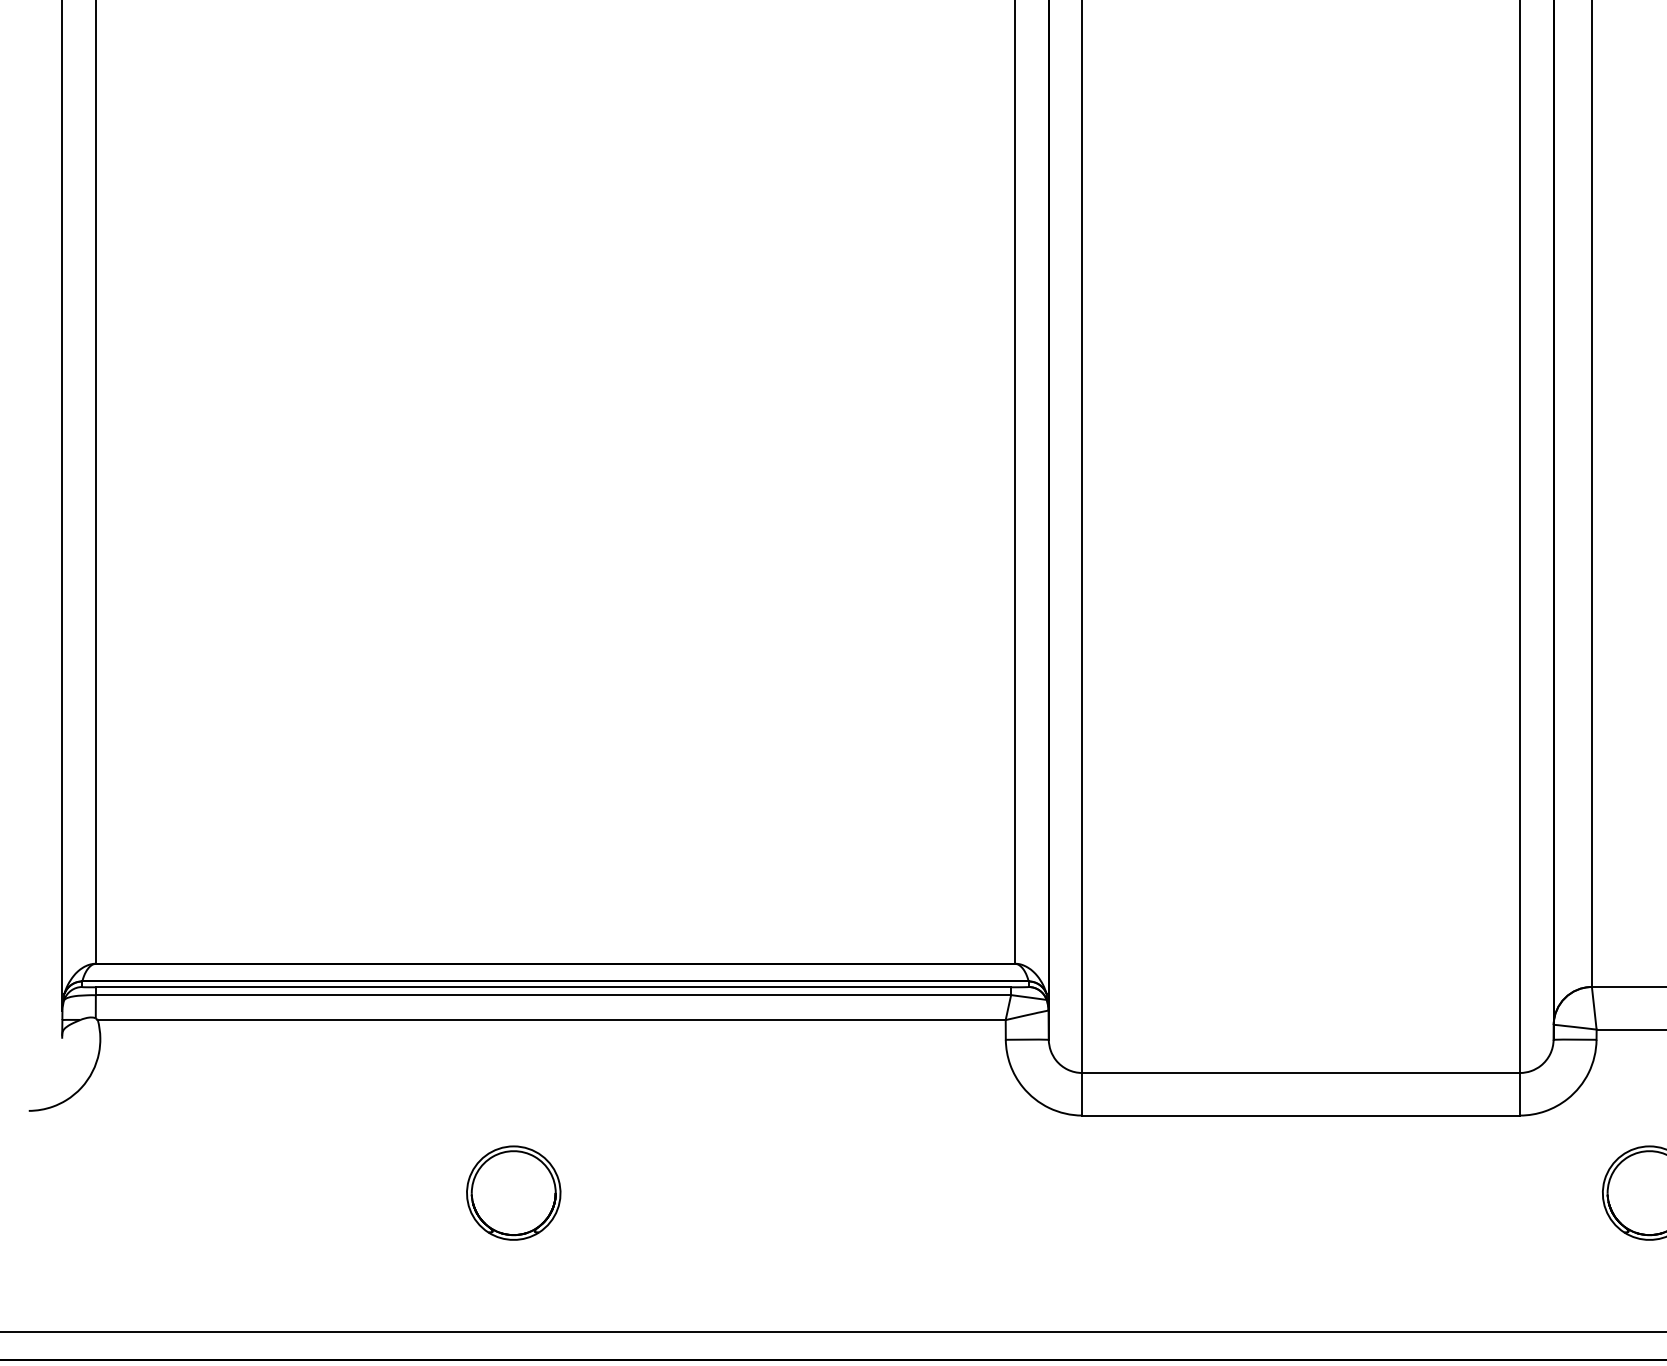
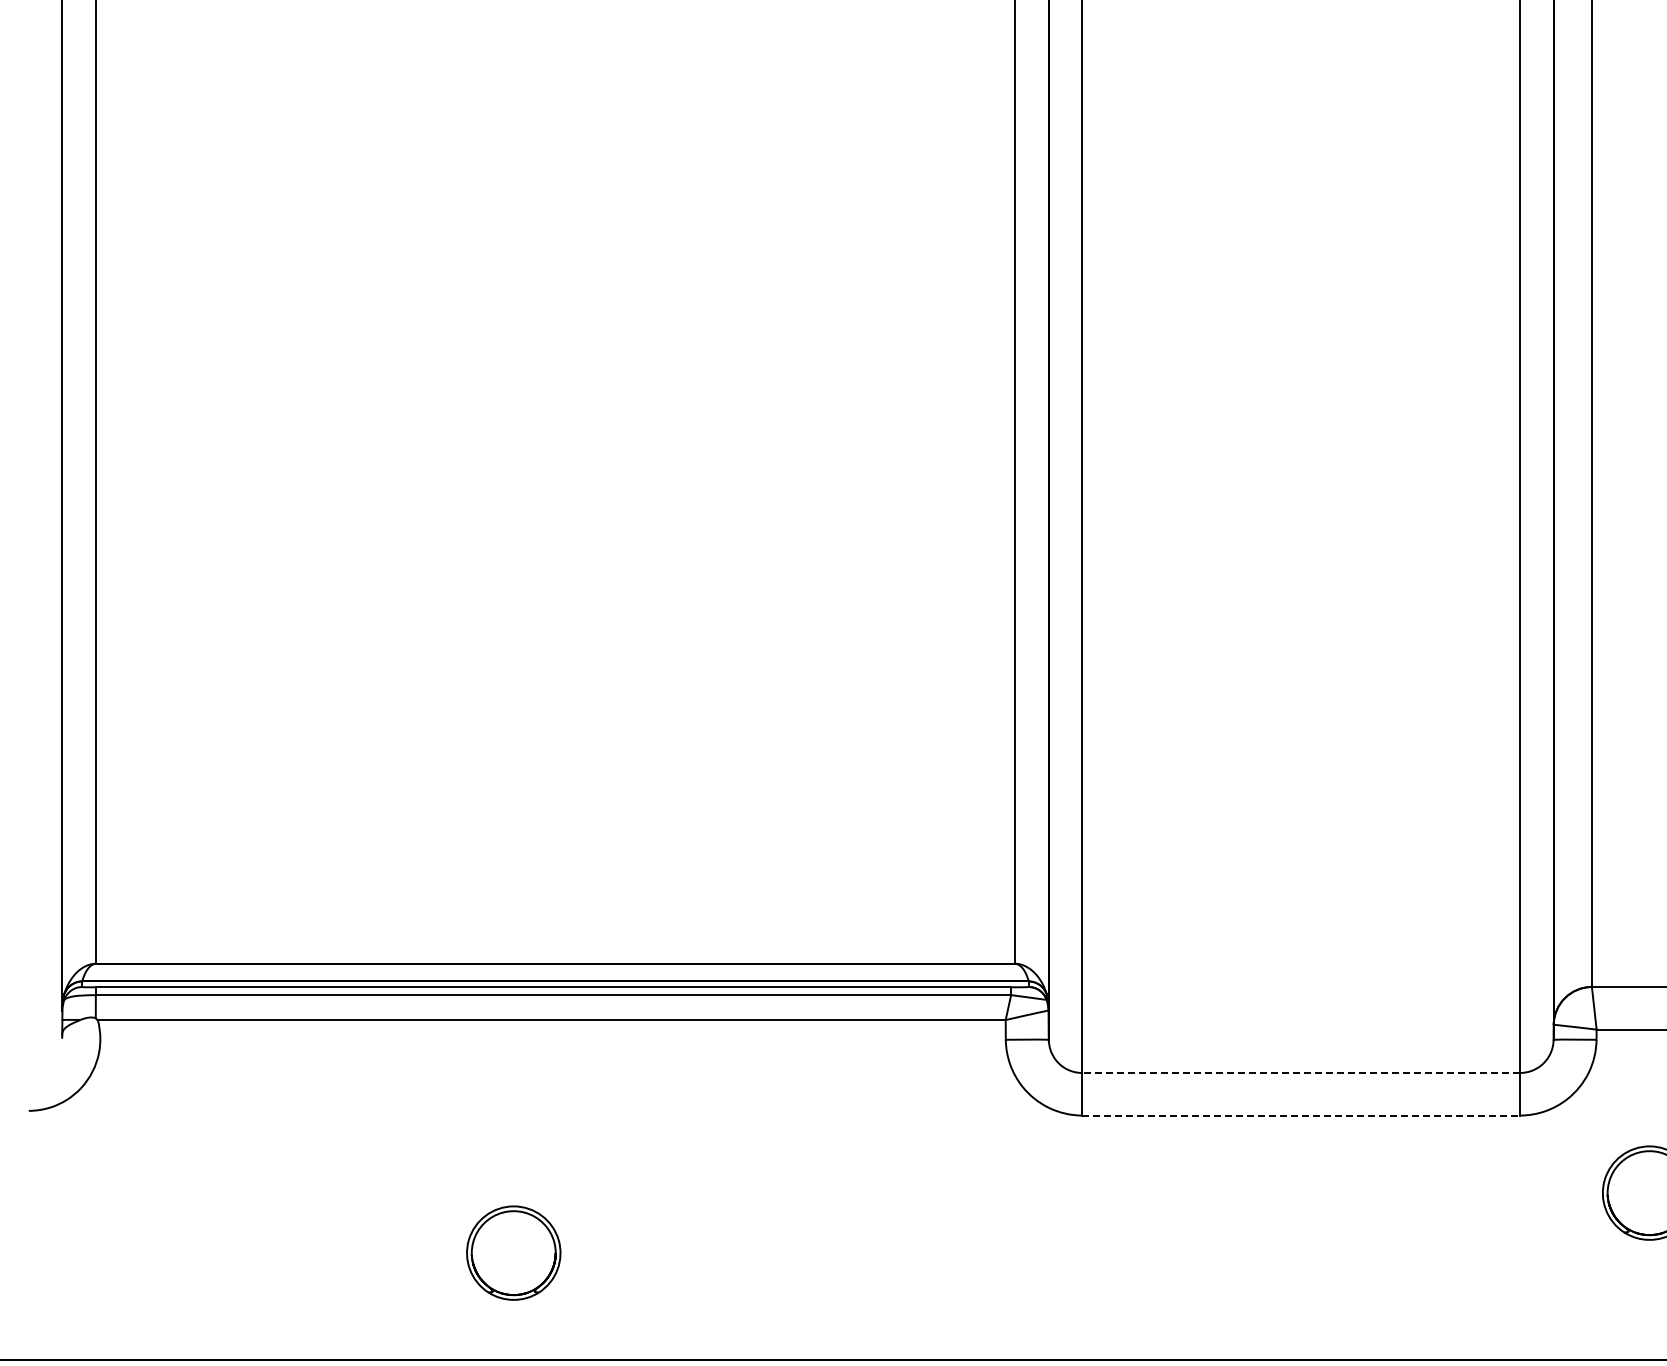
line at (1300, 1073): solid -> dashed
line at (1301, 1115): solid -> dashed
part at (513, 1192) position: (513, 1192) -> (513, 1252)
line at (832, 1331): present -> none
